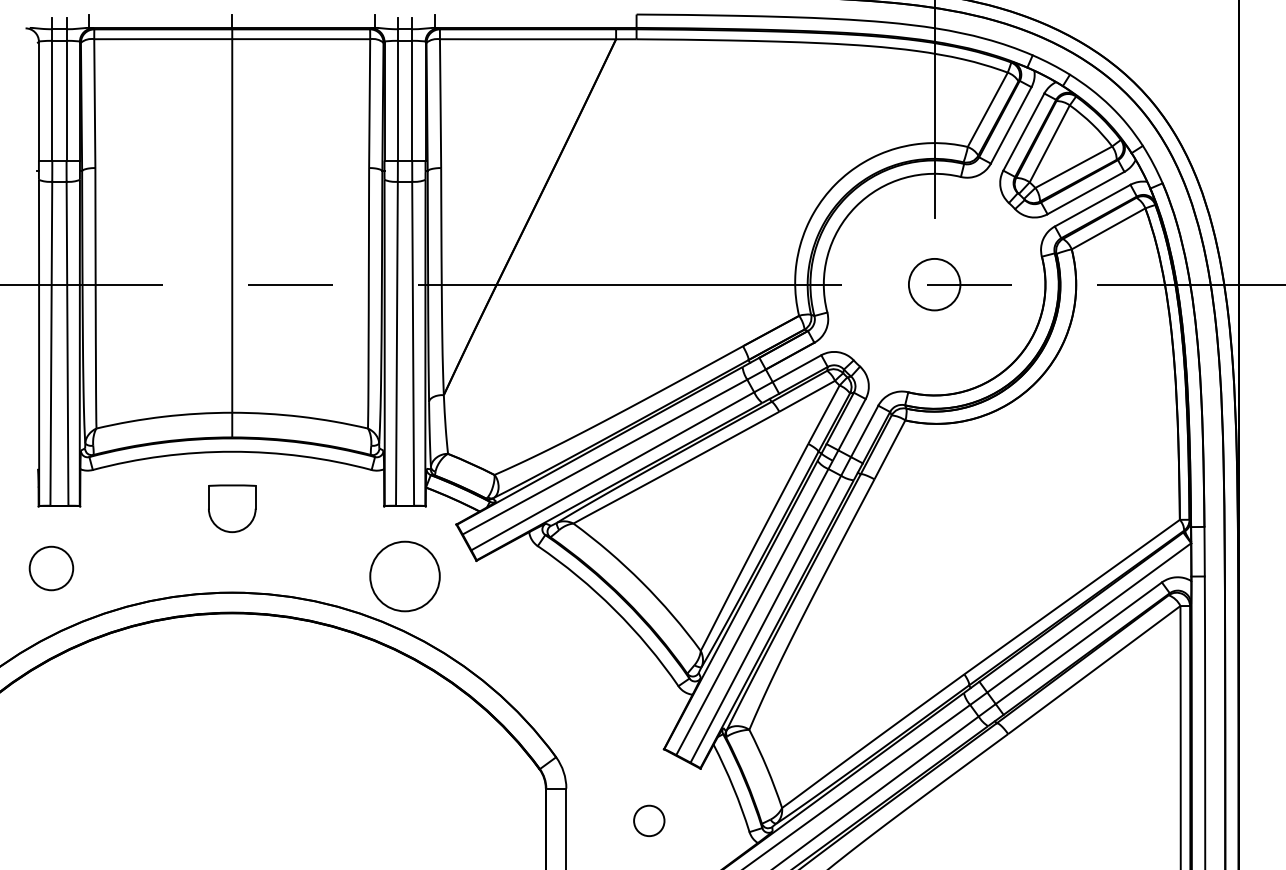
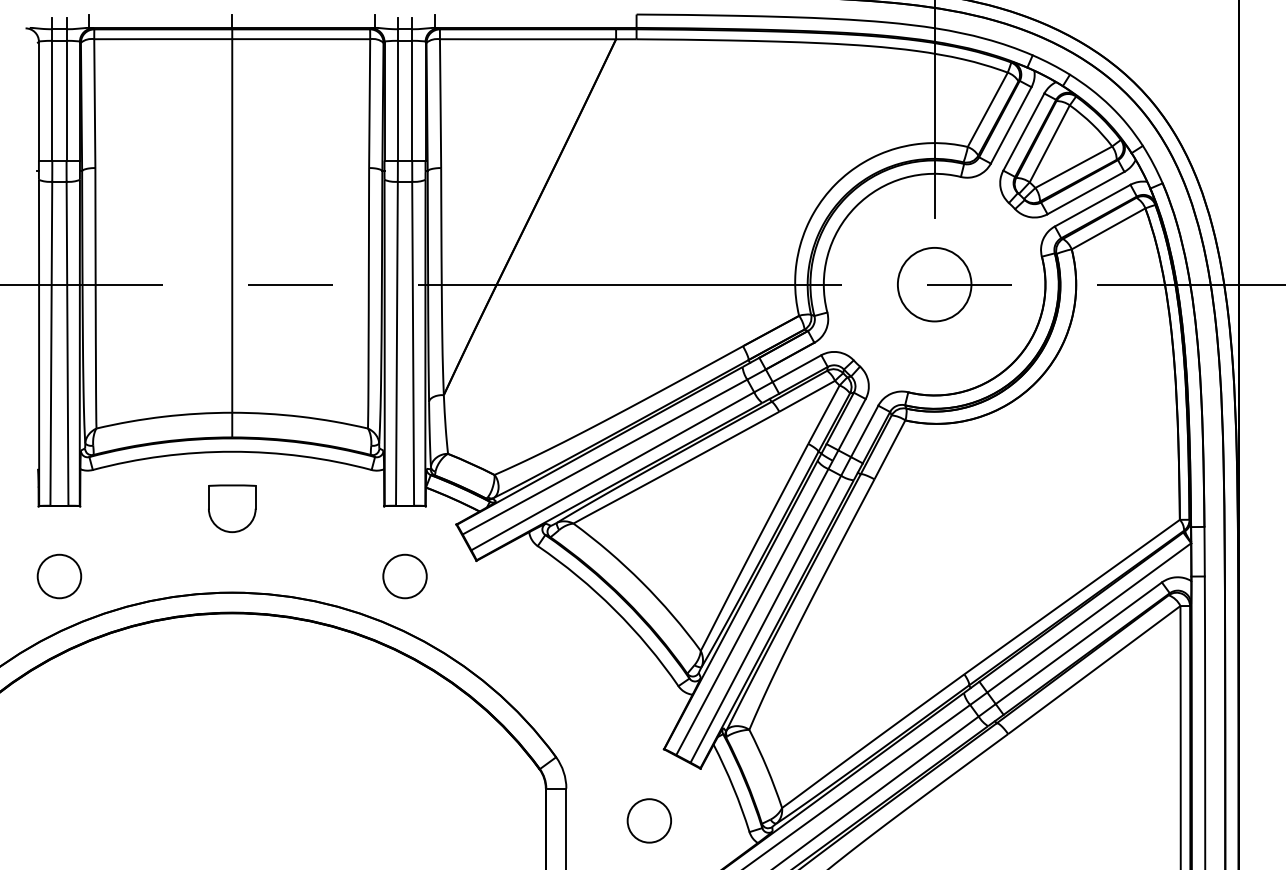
circle at (934, 284) diameter: 52 px -> 74 px
circle at (51, 568) position: (51, 568) -> (59, 576)
circle at (404, 576) diameter: 70 px -> 43 px
circle at (649, 820) size: 33x34 px -> 46x46 px
